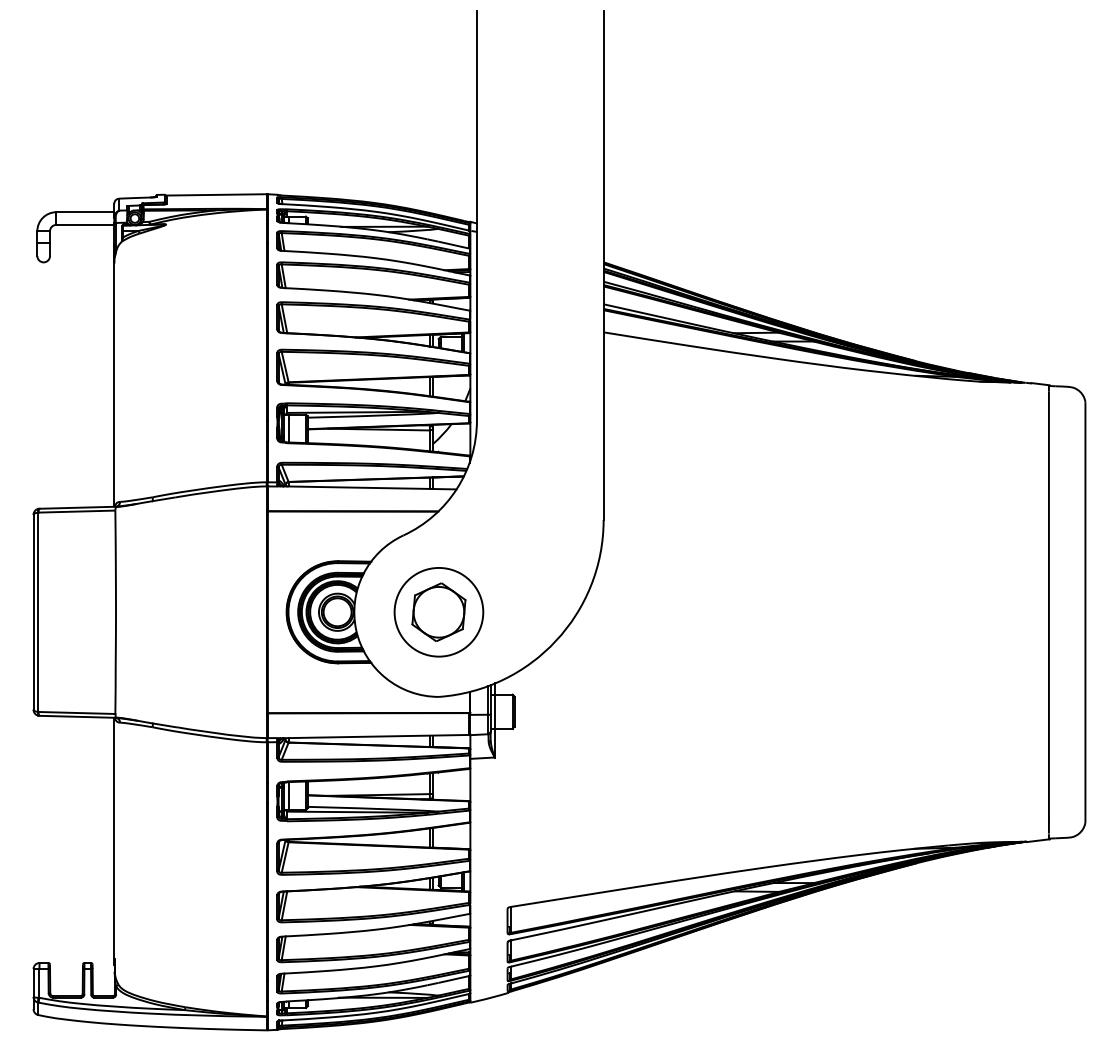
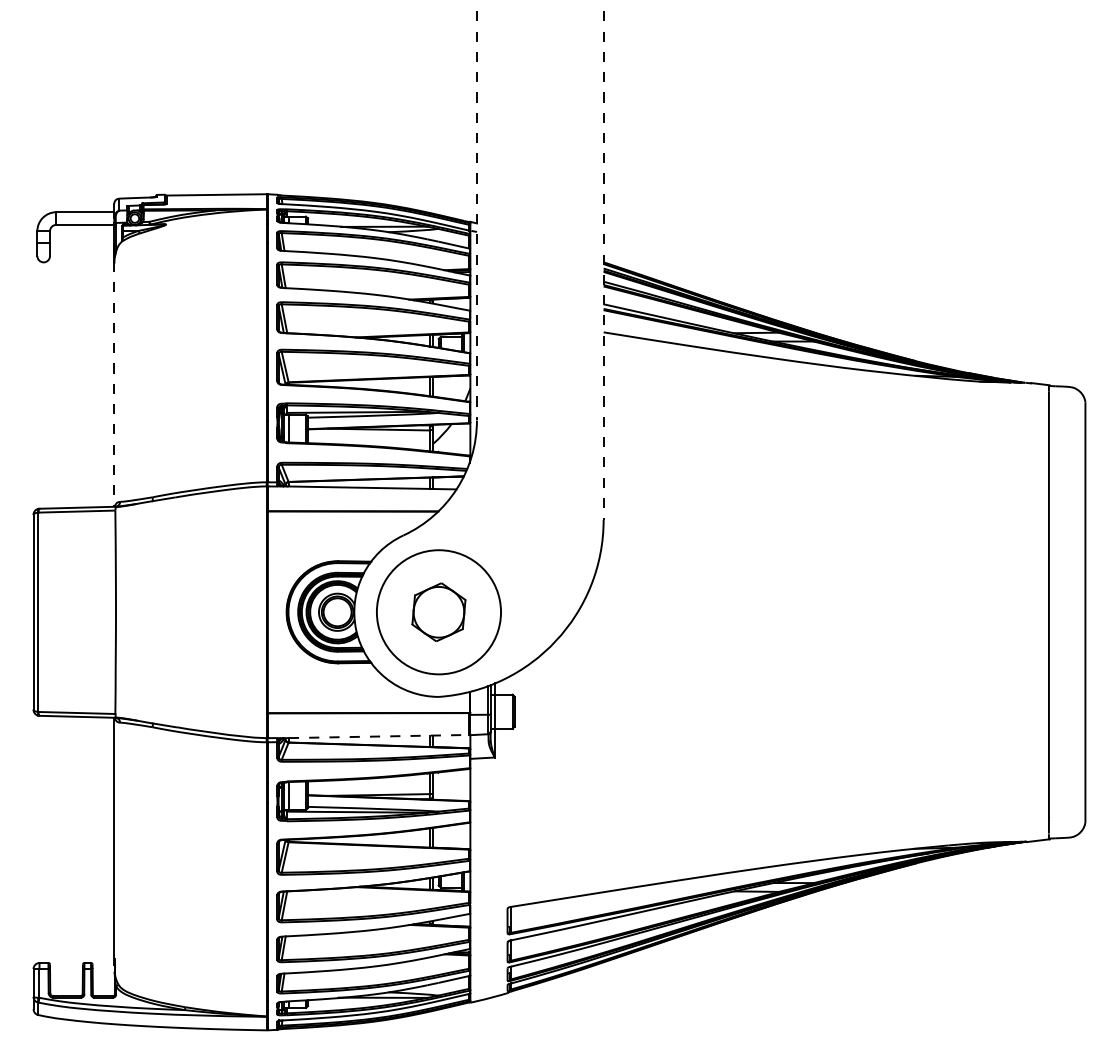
line at (476, 215): solid -> dashed
line at (603, 266): solid -> dashed
line at (114, 384): solid -> dashed
circle at (438, 611) diameter: 89 px -> 124 px
line at (378, 736): solid -> dashed
